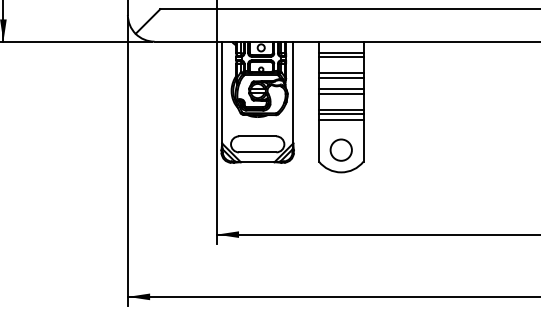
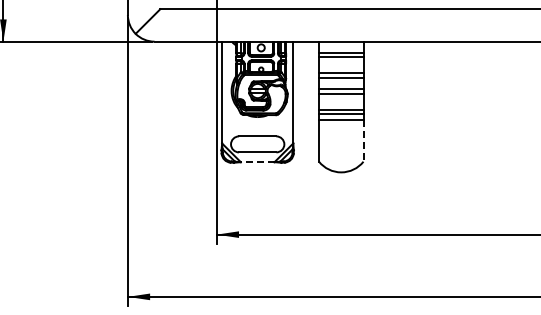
line at (363, 140): solid -> dashed
circle at (340, 149): present -> none
line at (257, 162): solid -> dashed
